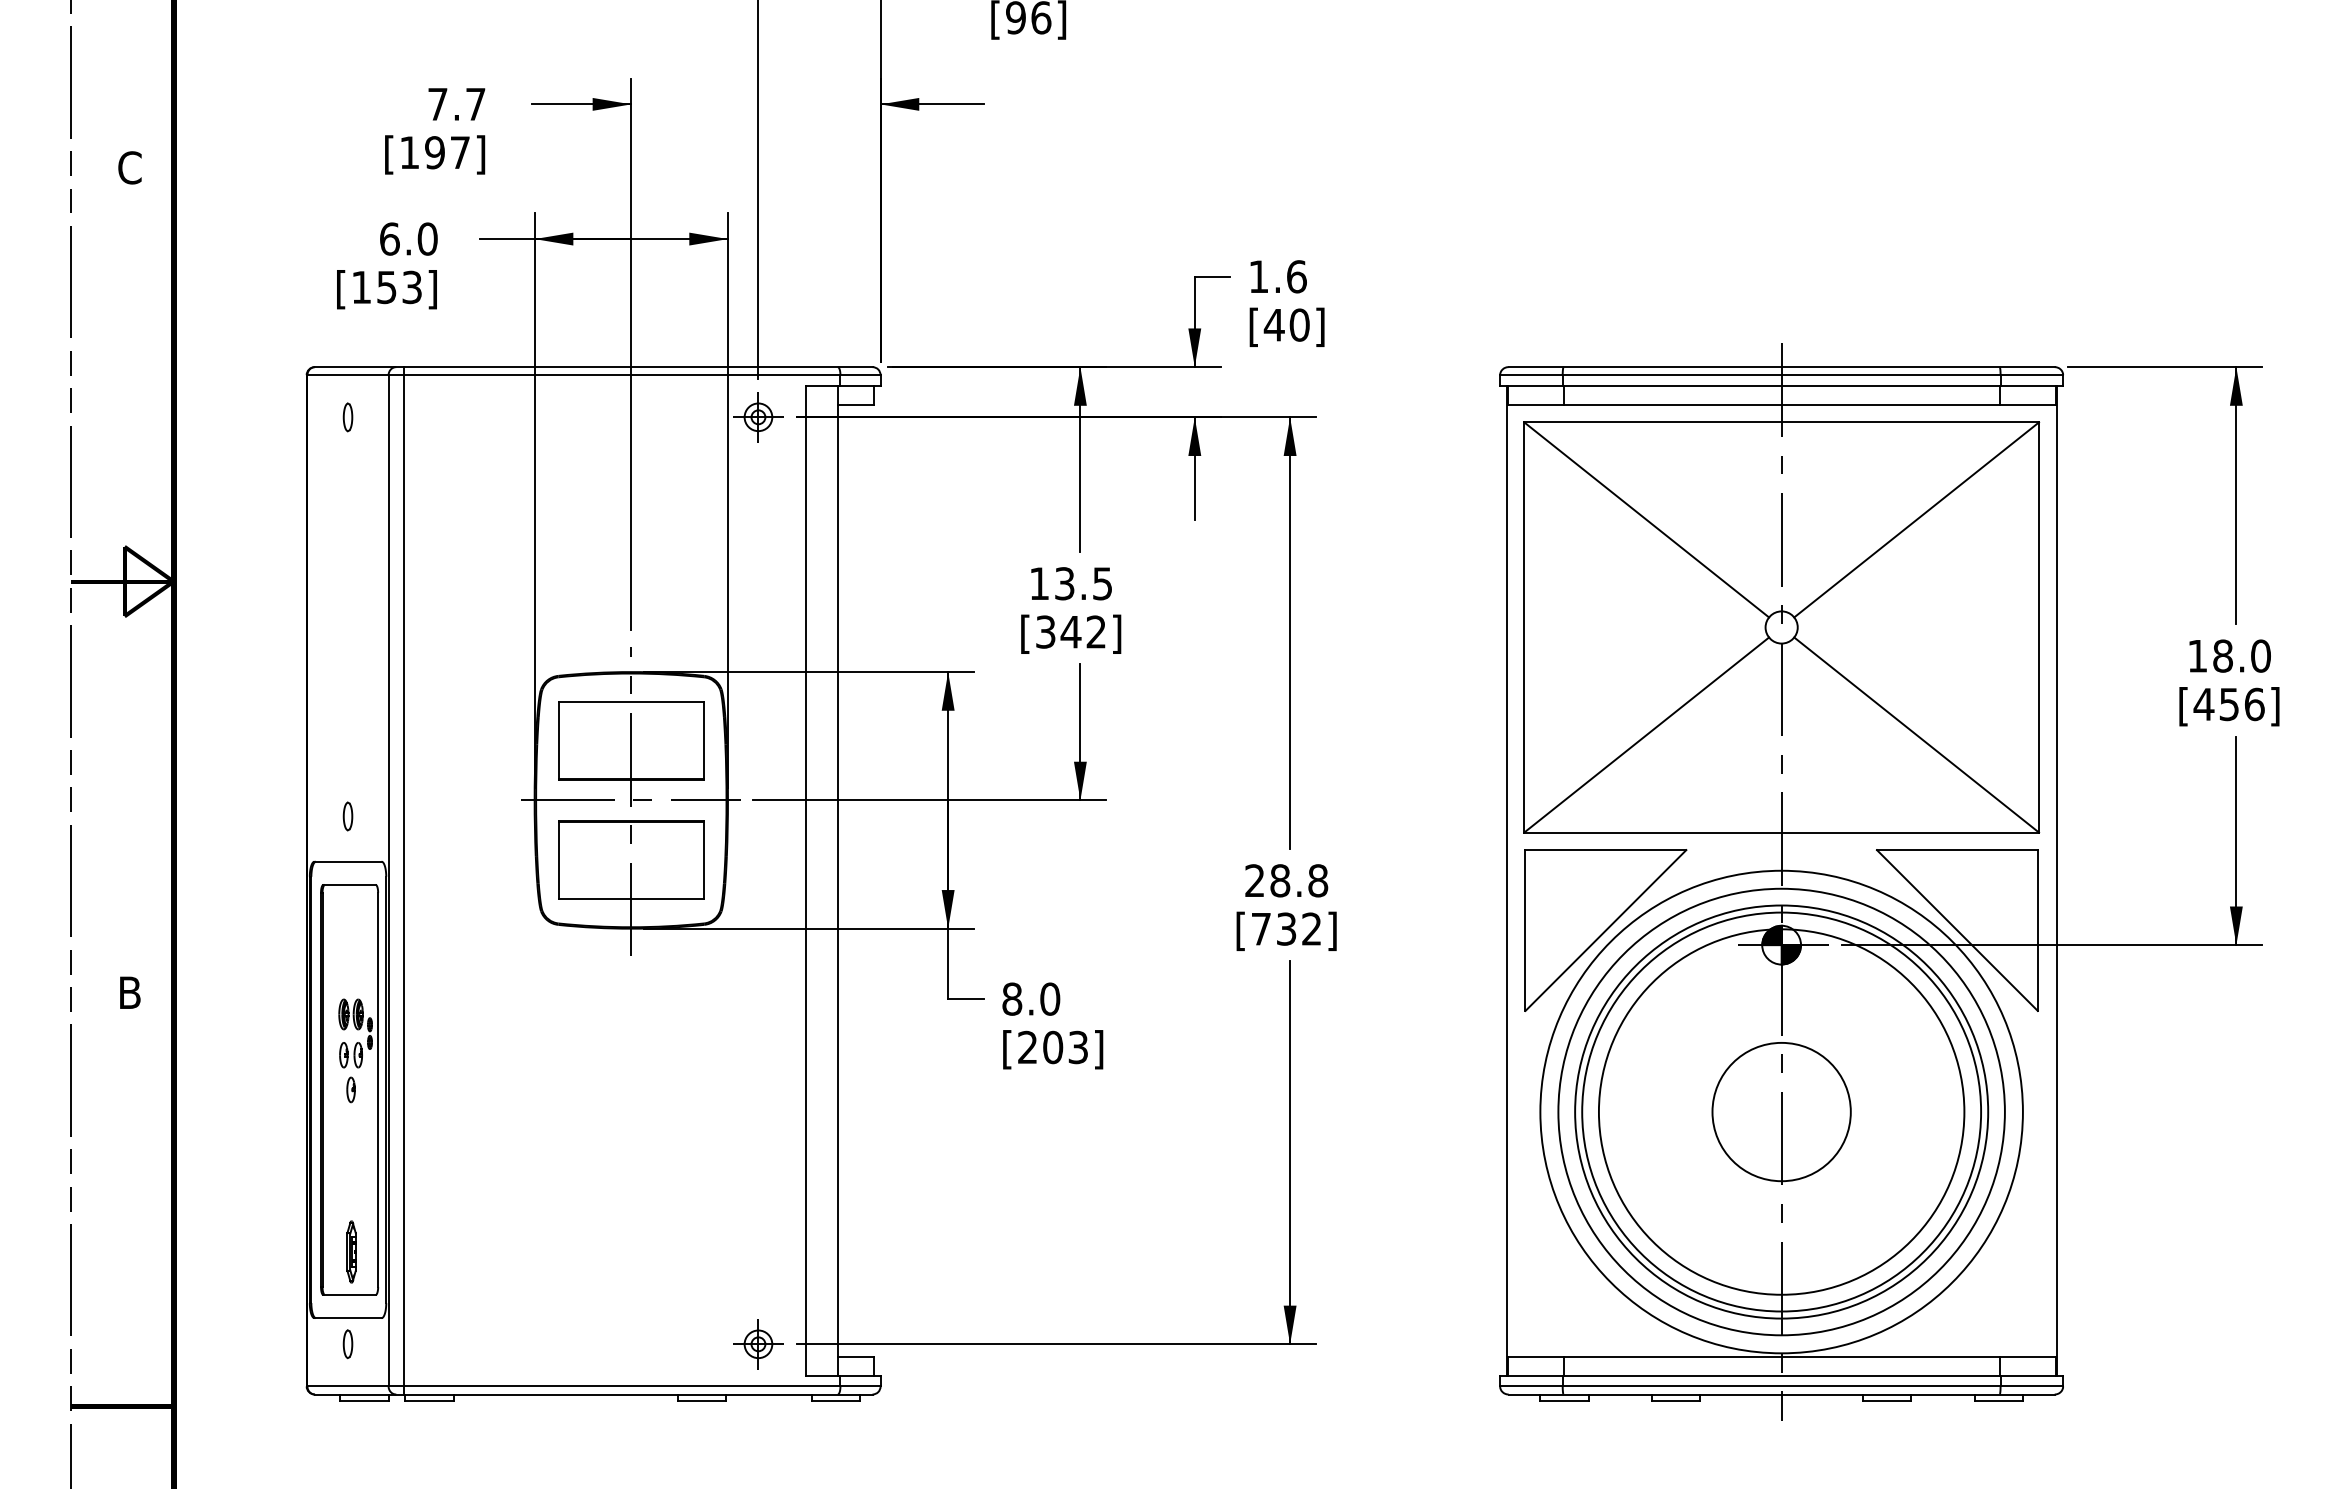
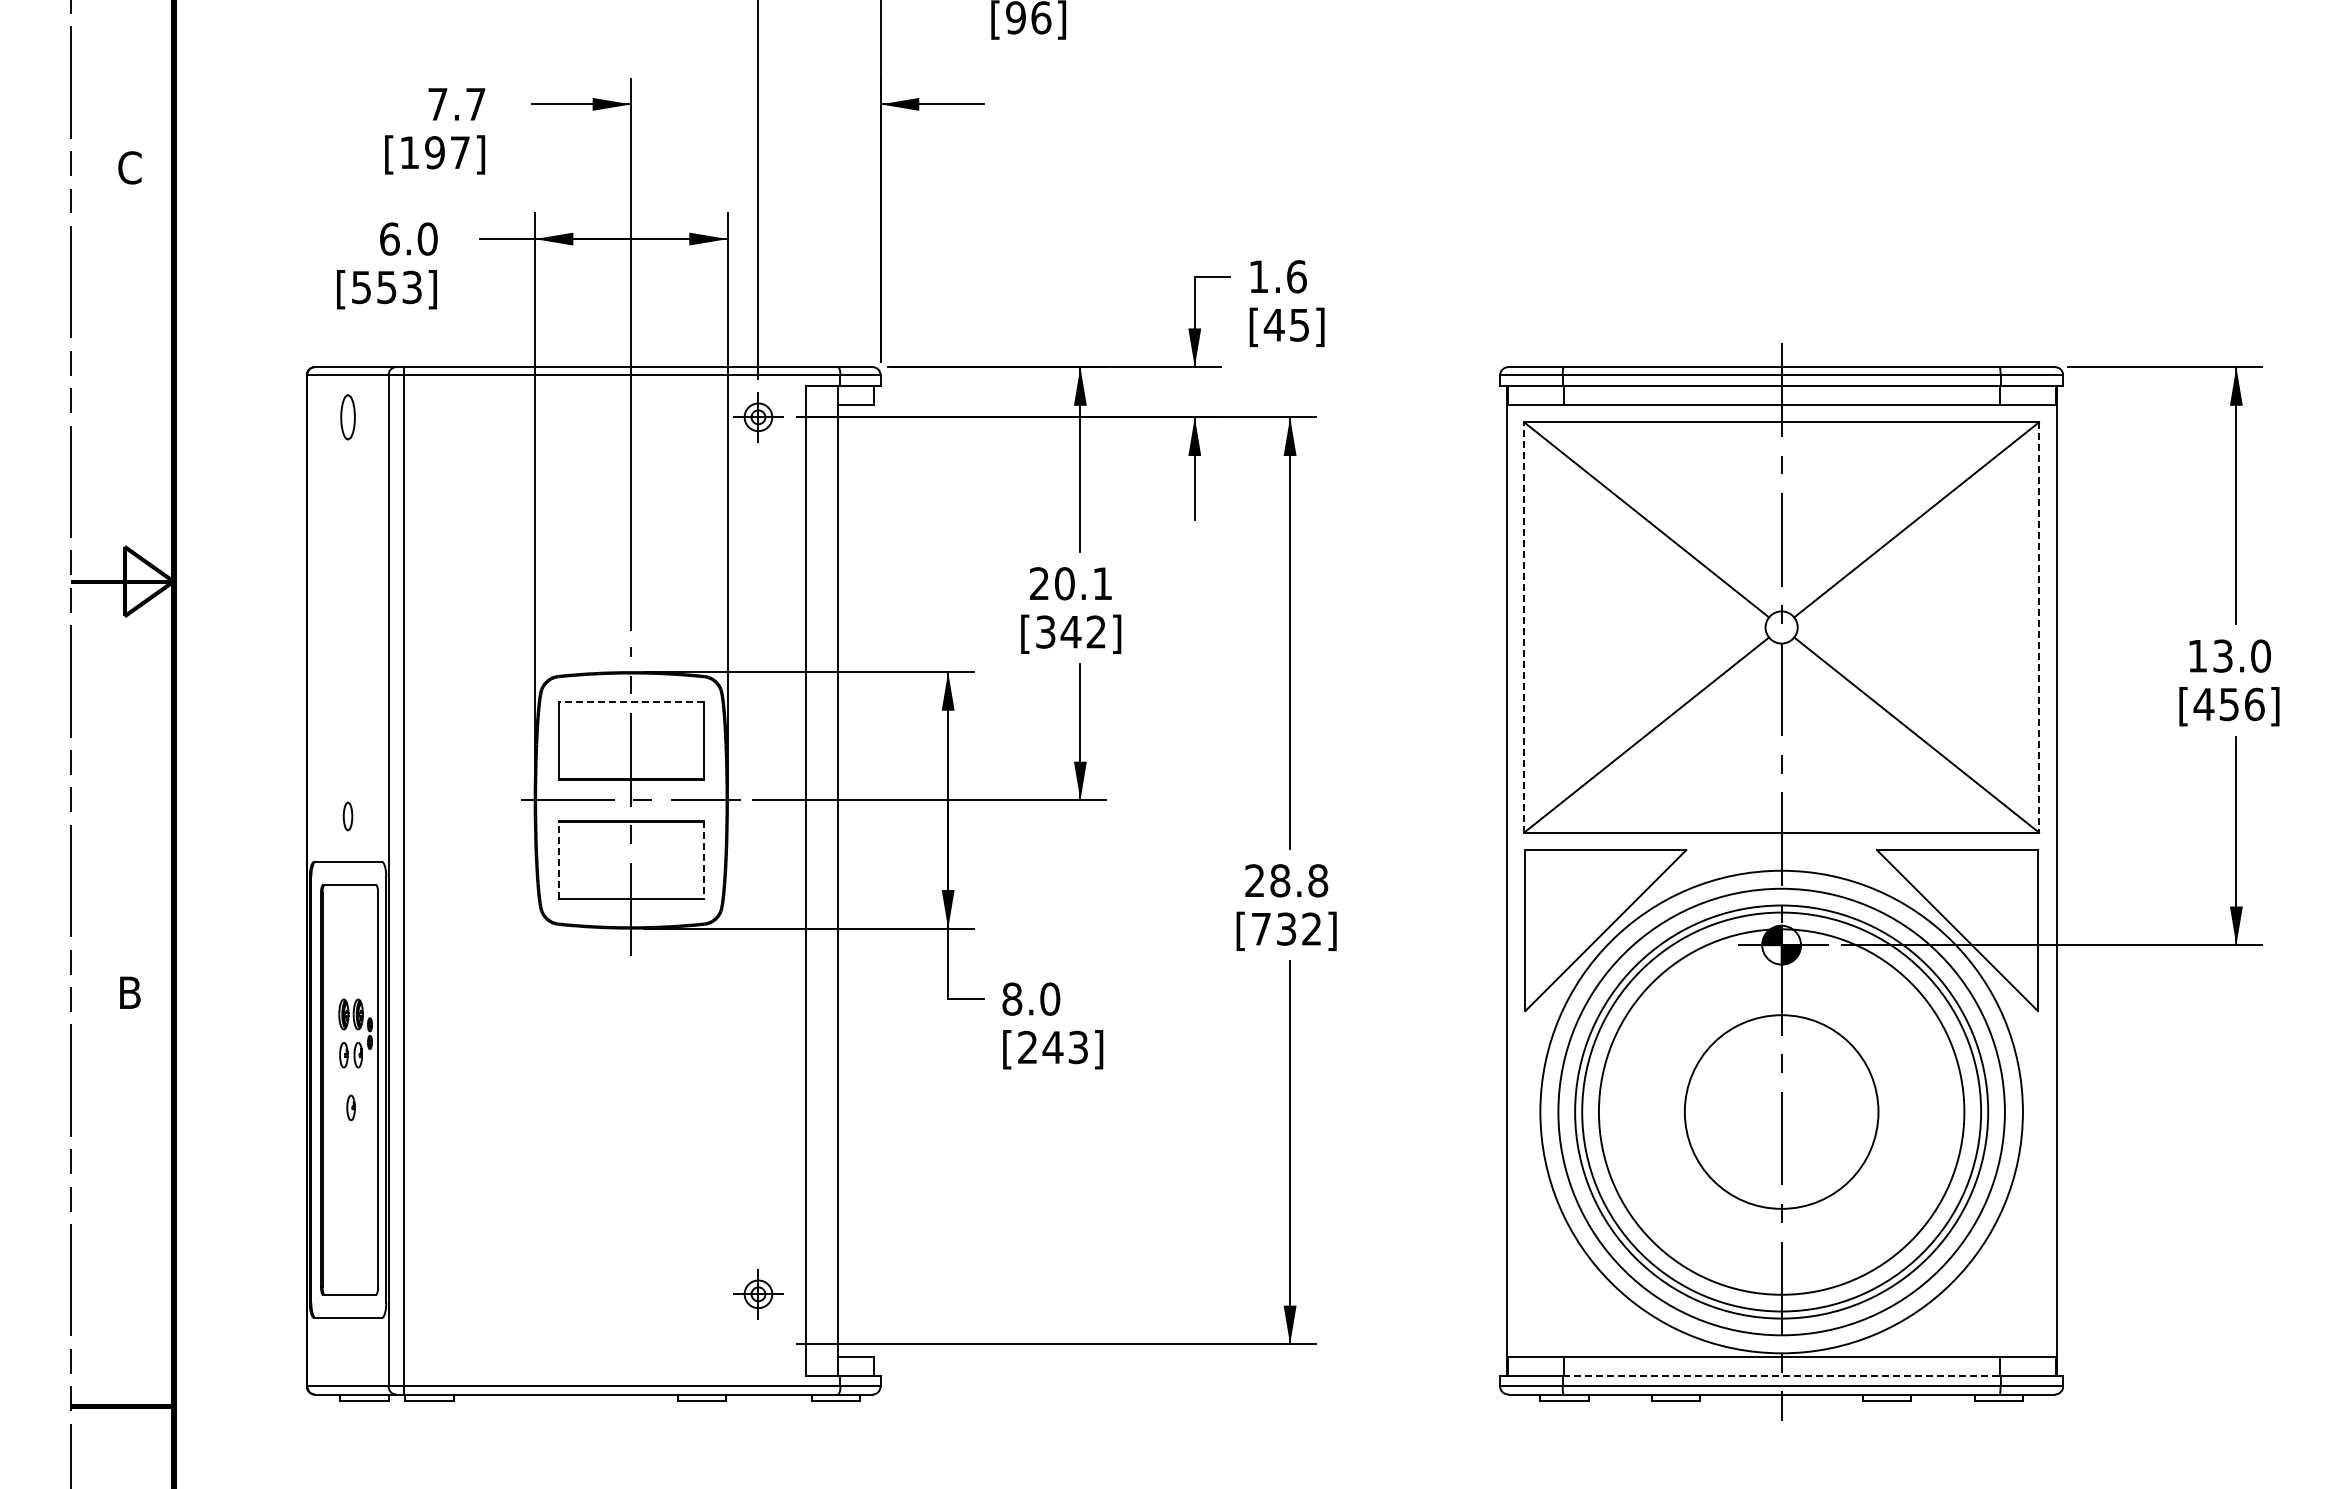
text at (361, 287): [153] -> [553]
text at (1299, 324): [40] -> [45]
part at (347, 417) size: 12x31 px -> 16x47 px
text at (1070, 583): 13.5 -> 20.1
line at (1524, 626): solid -> dashed
line at (2039, 627): solid -> dashed
text at (2222, 655): 18.0 -> 13.0
line at (631, 701): solid -> dashed
line at (558, 859): solid -> dashed
line at (704, 860): solid -> dashed
text at (1052, 1047): [203] -> [243]
part at (350, 1089) position: (350, 1089) -> (350, 1107)
circle at (1781, 1111) diameter: 138 px -> 194 px
part at (351, 1251): present -> none
part at (347, 1344): present -> none
part at (758, 1344) position: (758, 1344) -> (758, 1294)
line at (1781, 1375): solid -> dashed
